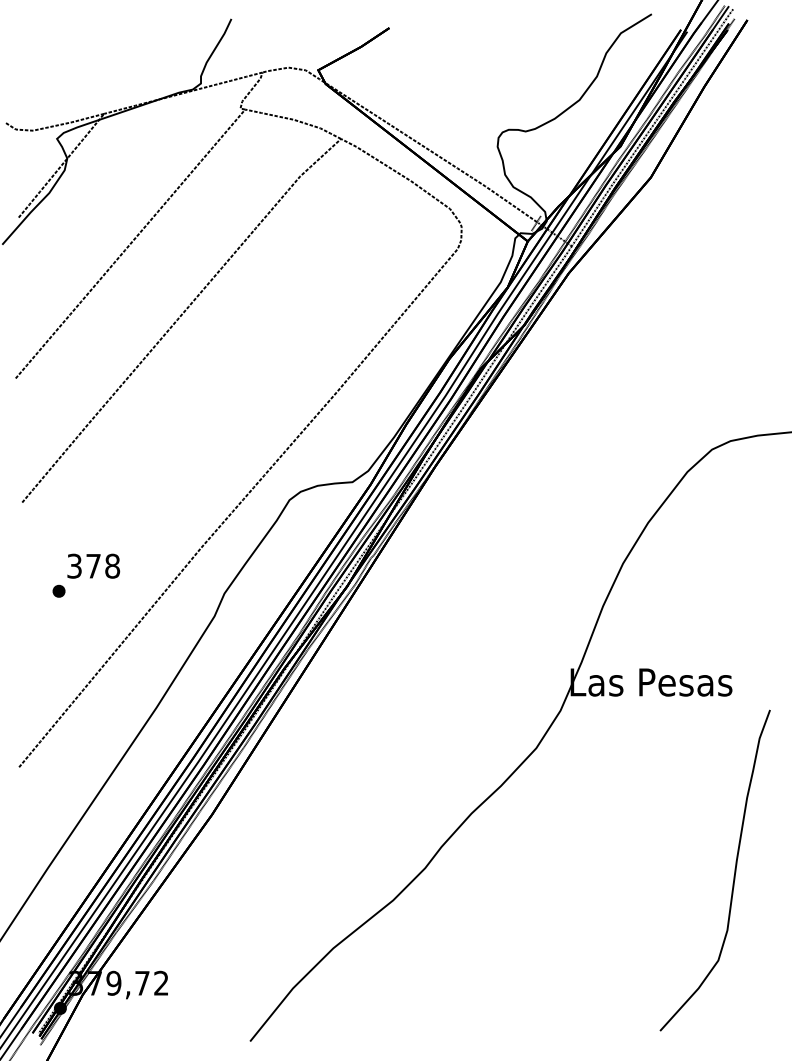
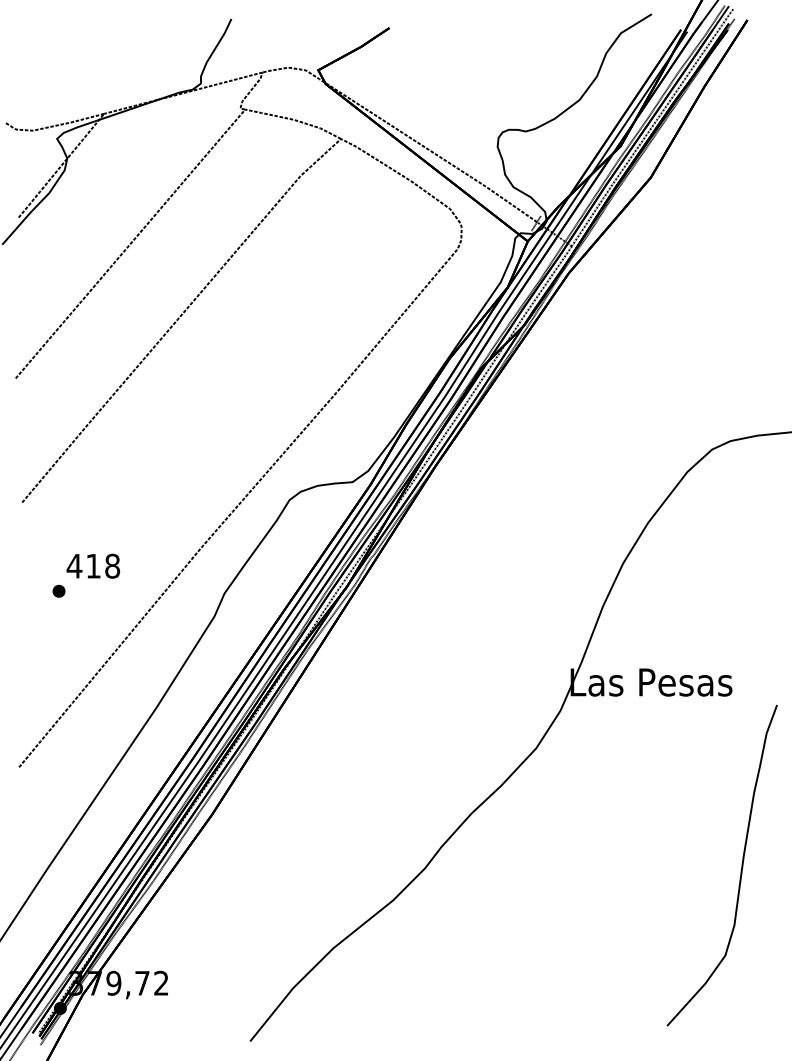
text at (83, 565): 378 -> 418
curve at (733, 875) position: (733, 875) -> (740, 870)
